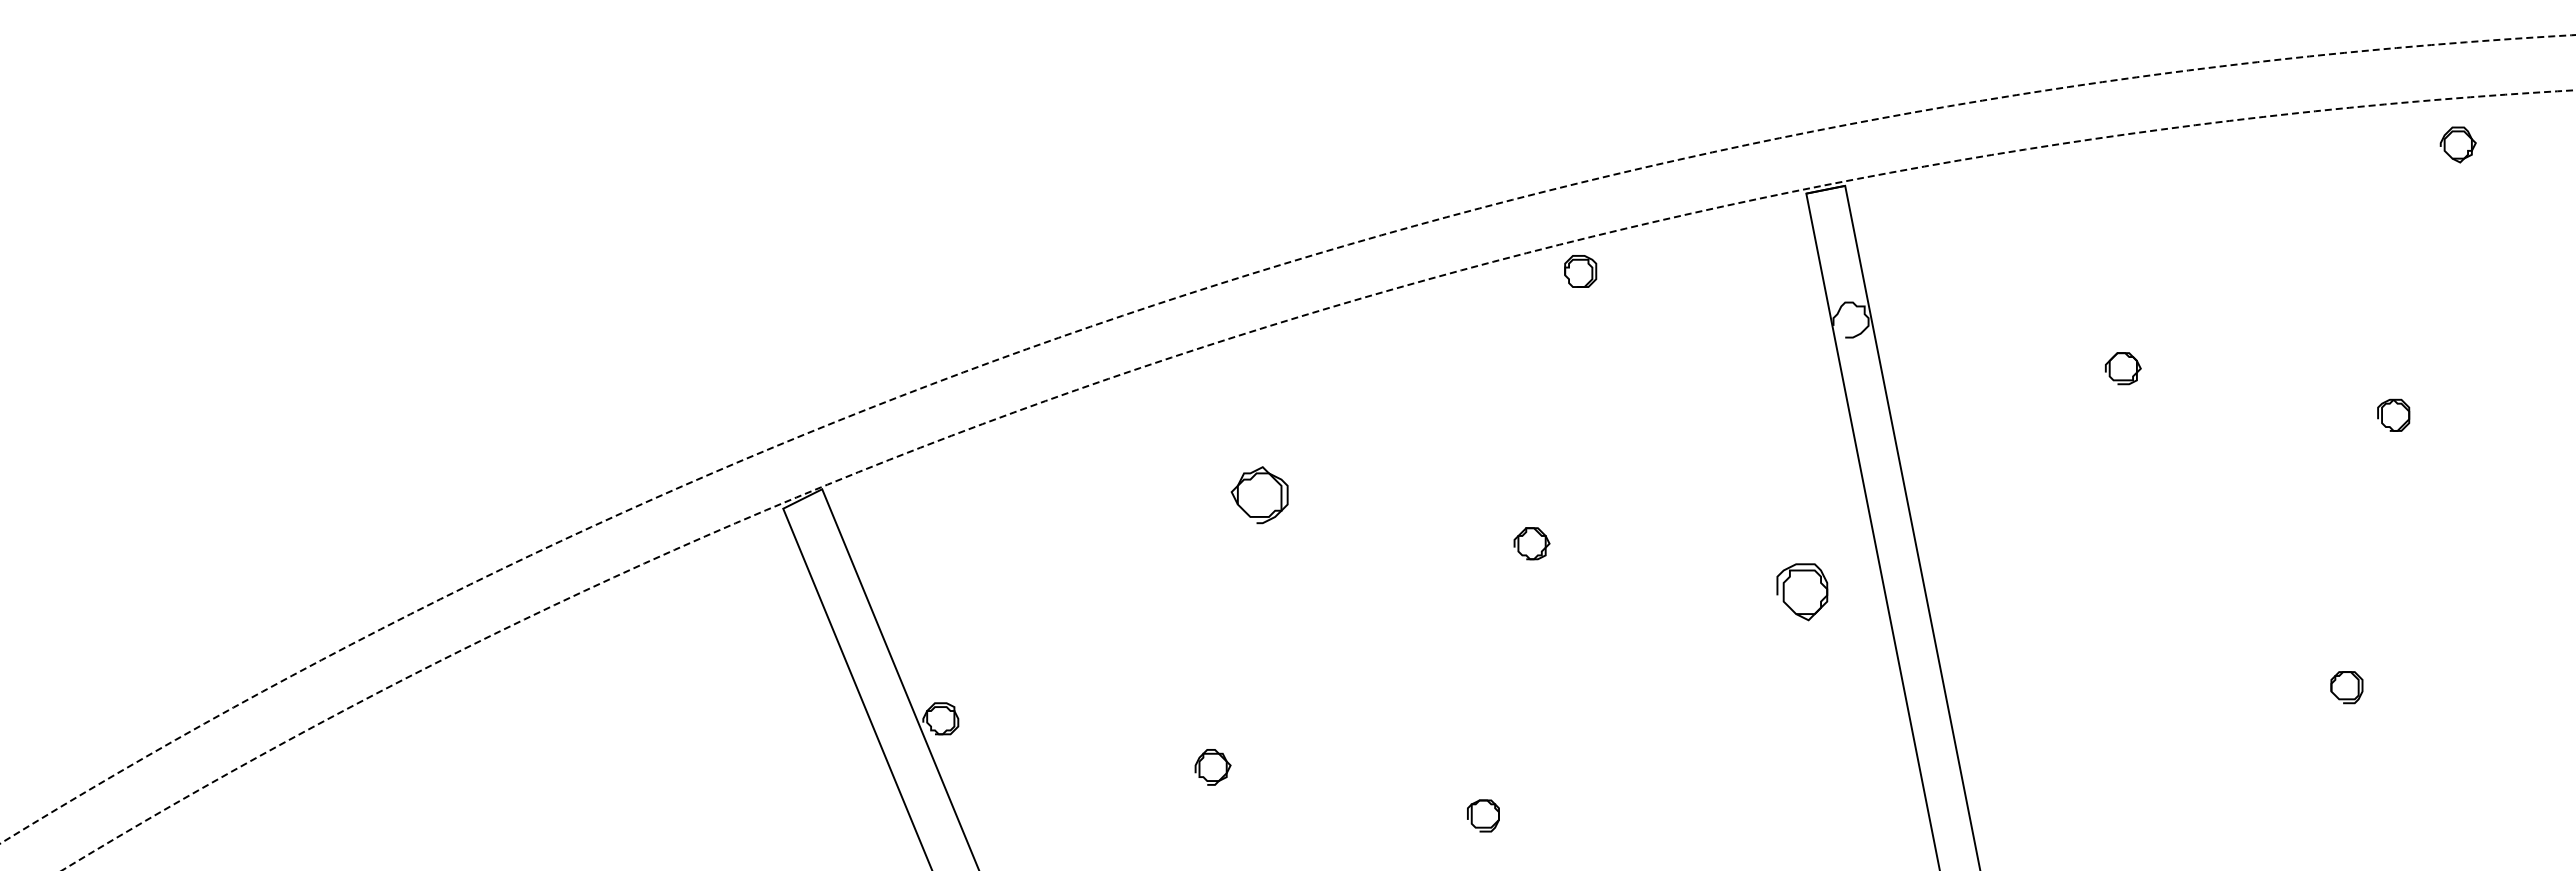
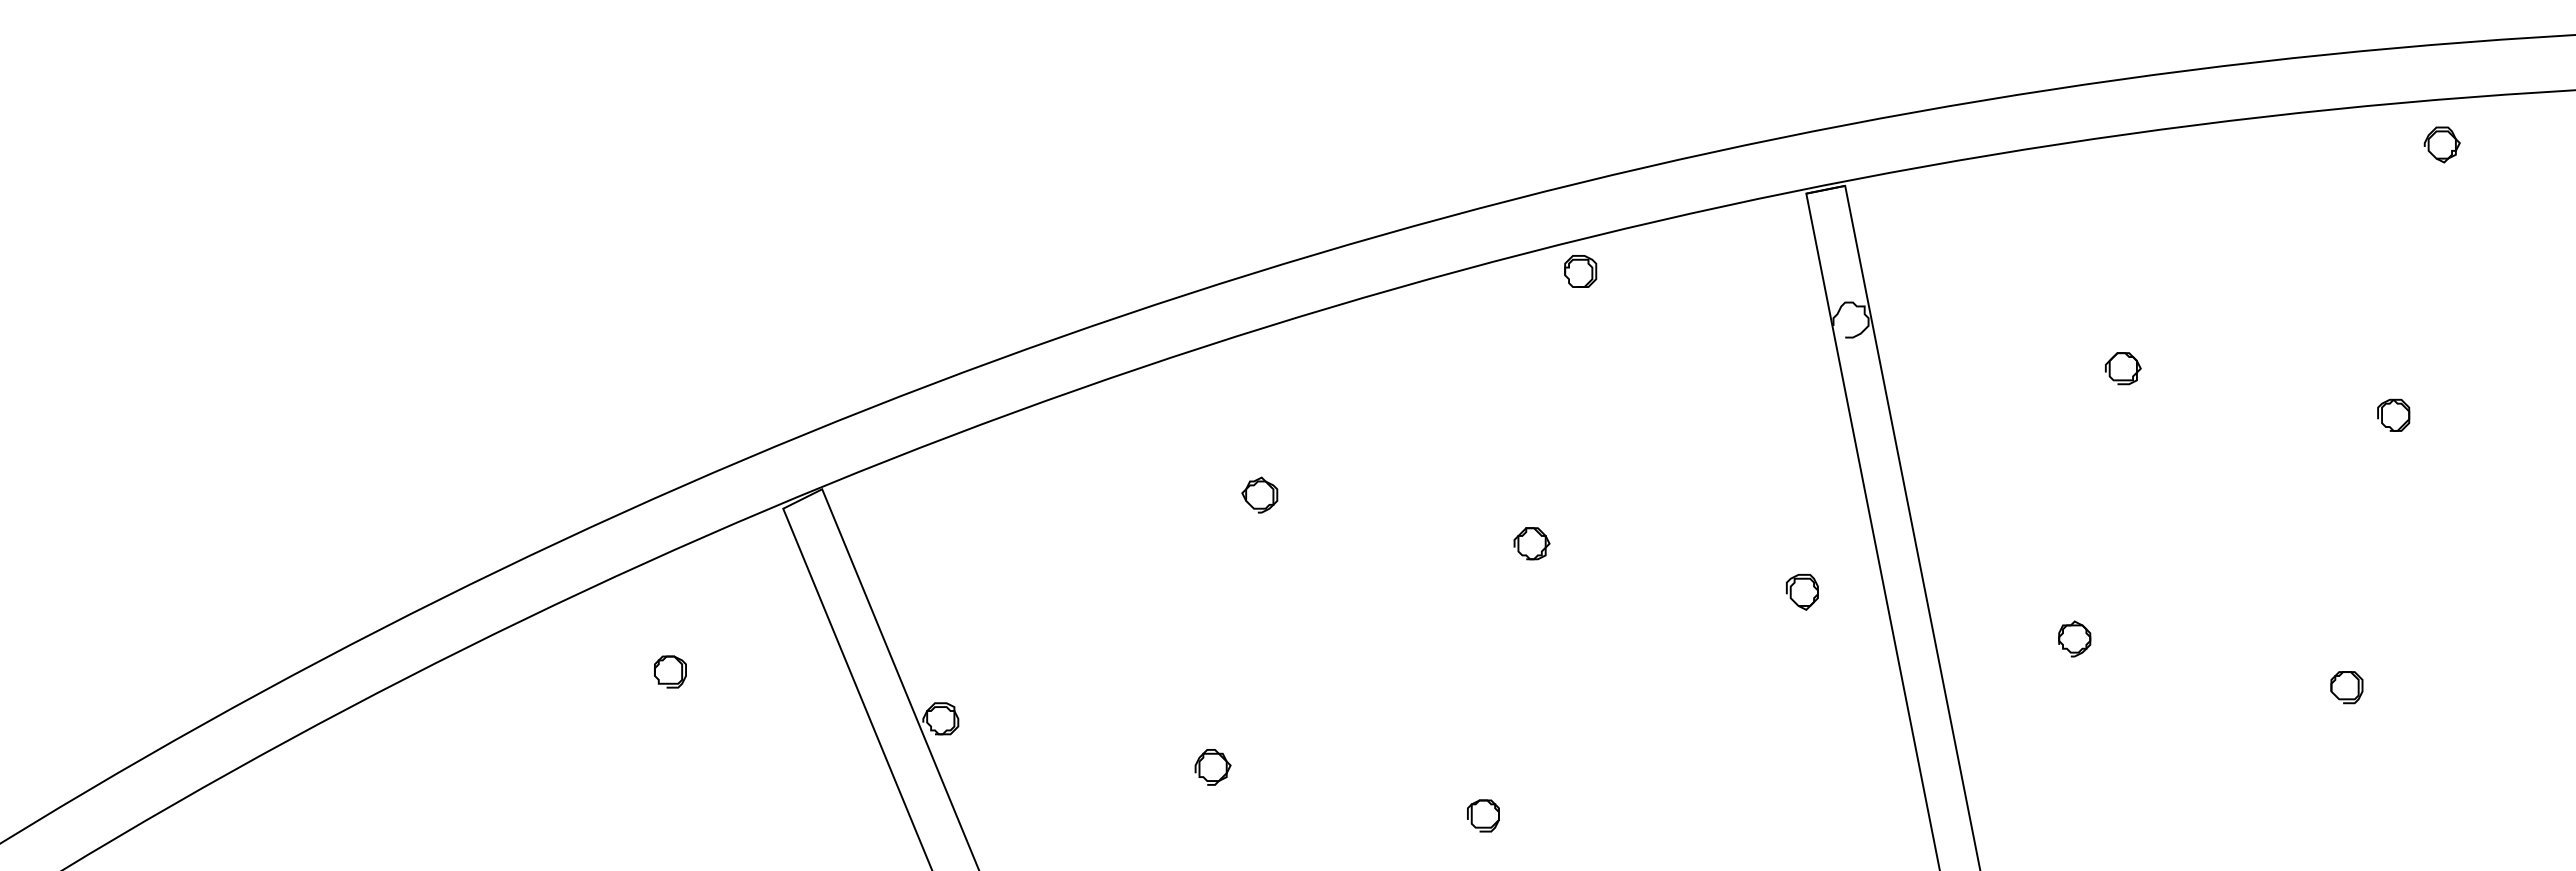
part at (2457, 144) position: (2457, 144) -> (2441, 144)
circle at (1287, 439): dashed -> solid
circle at (1318, 480): dashed -> solid
part at (1259, 495) size: 59x59 px -> 38x38 px
part at (1802, 592) size: 53x59 px -> 33x37 px
part at (2074, 638): none -> present
part at (670, 671): none -> present
